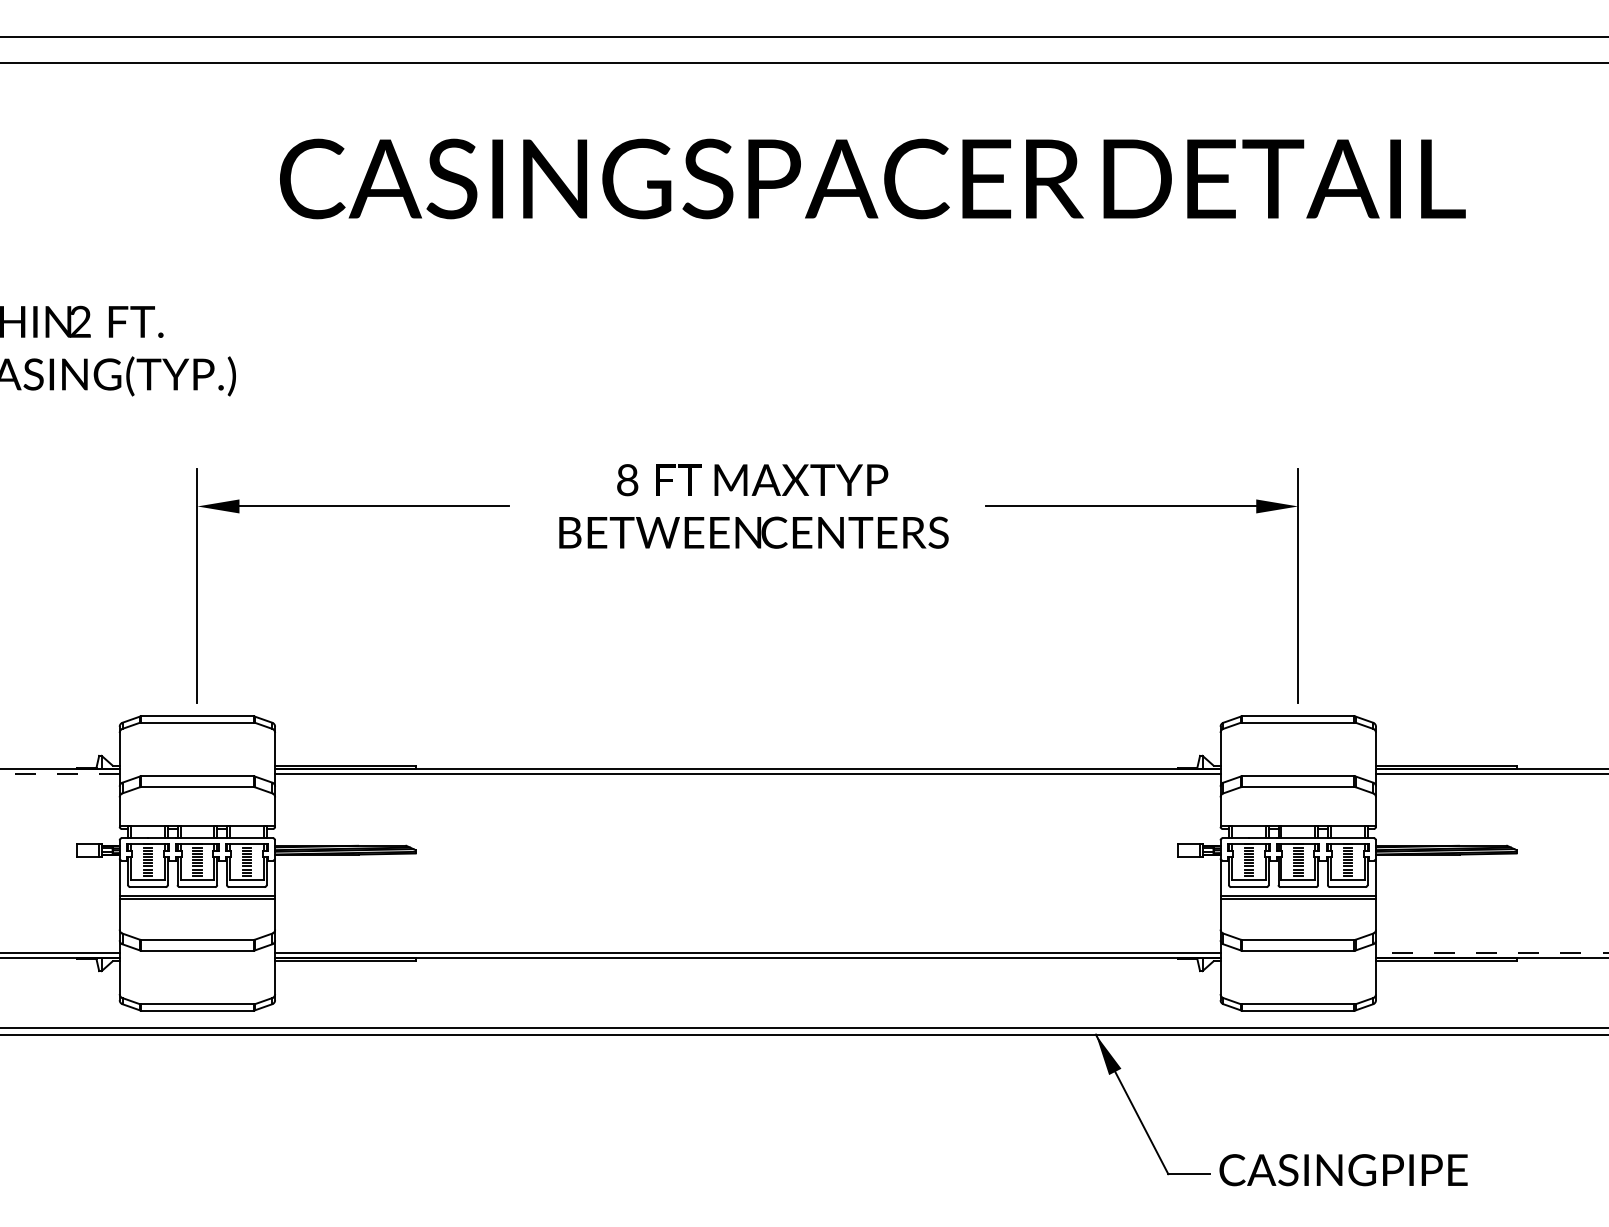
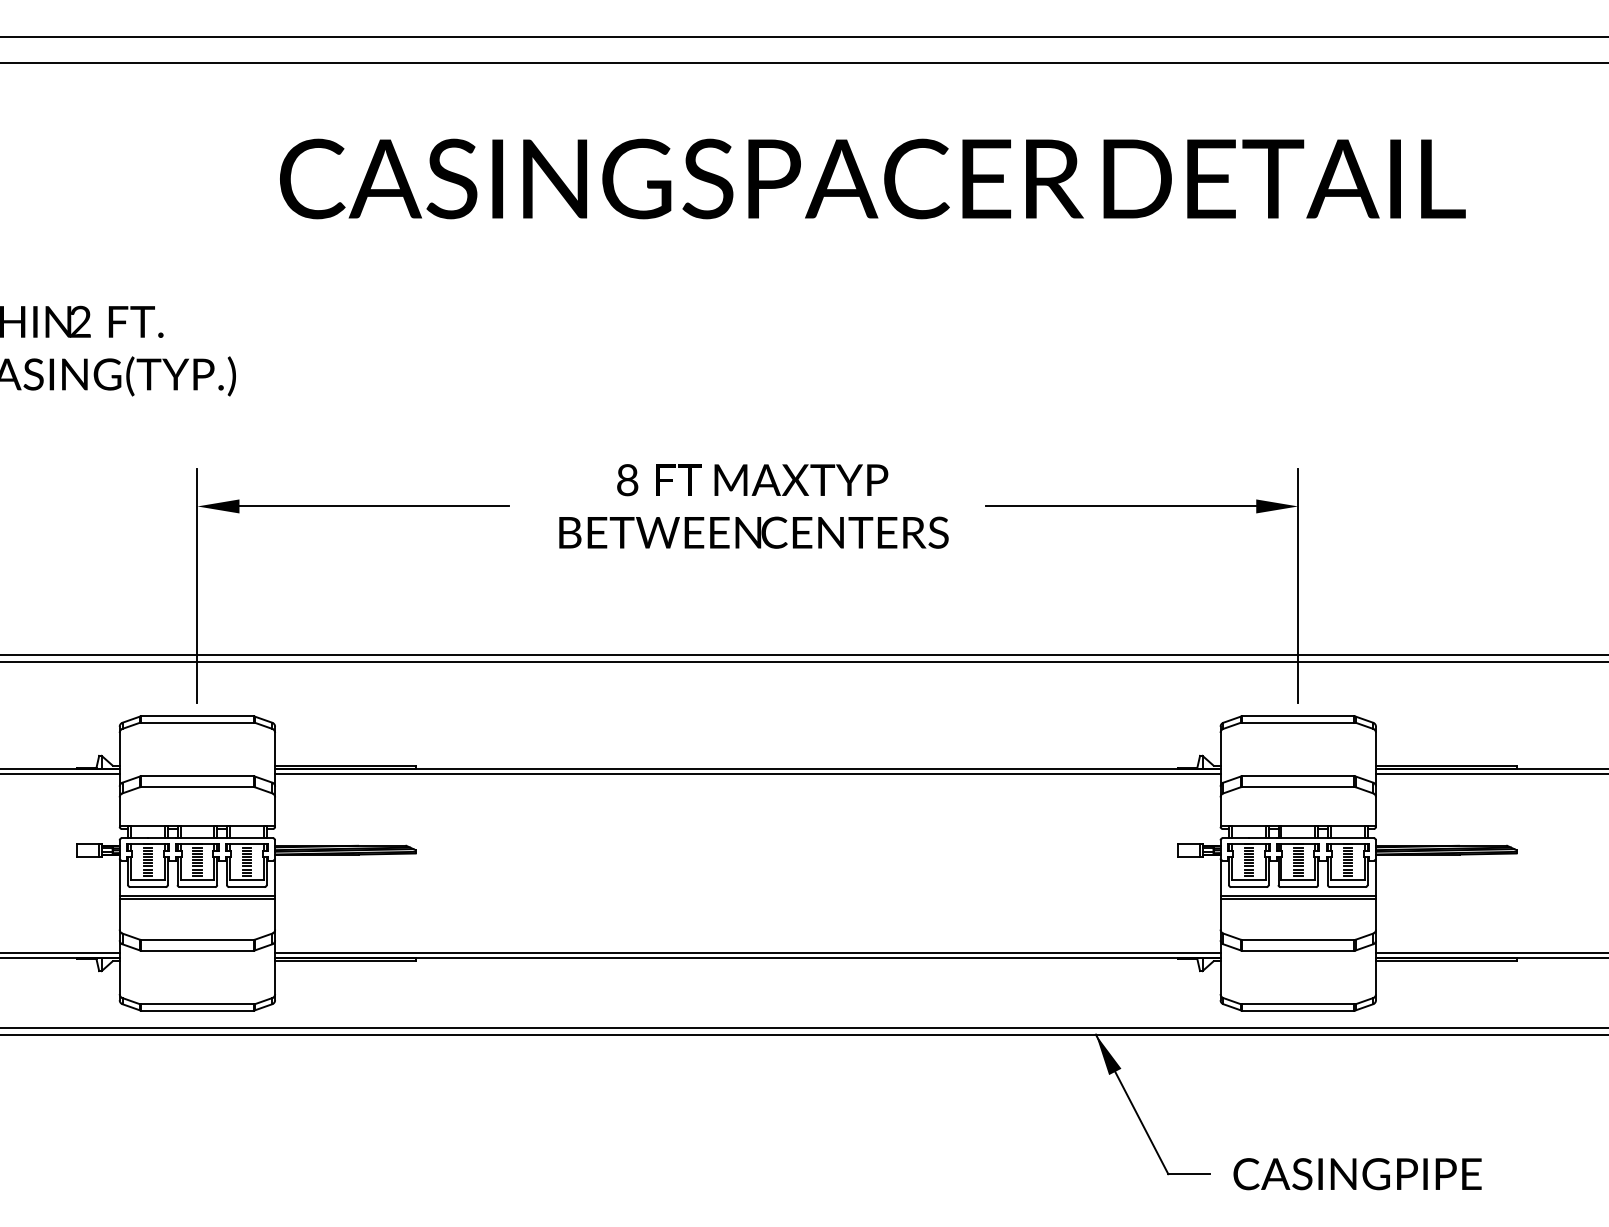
line at (803, 655): none -> present
line at (803, 661): none -> present
line at (59, 774): dashed -> solid
line at (1491, 952): dashed -> solid
text at (1343, 1170) position: (1343, 1170) -> (1357, 1174)
